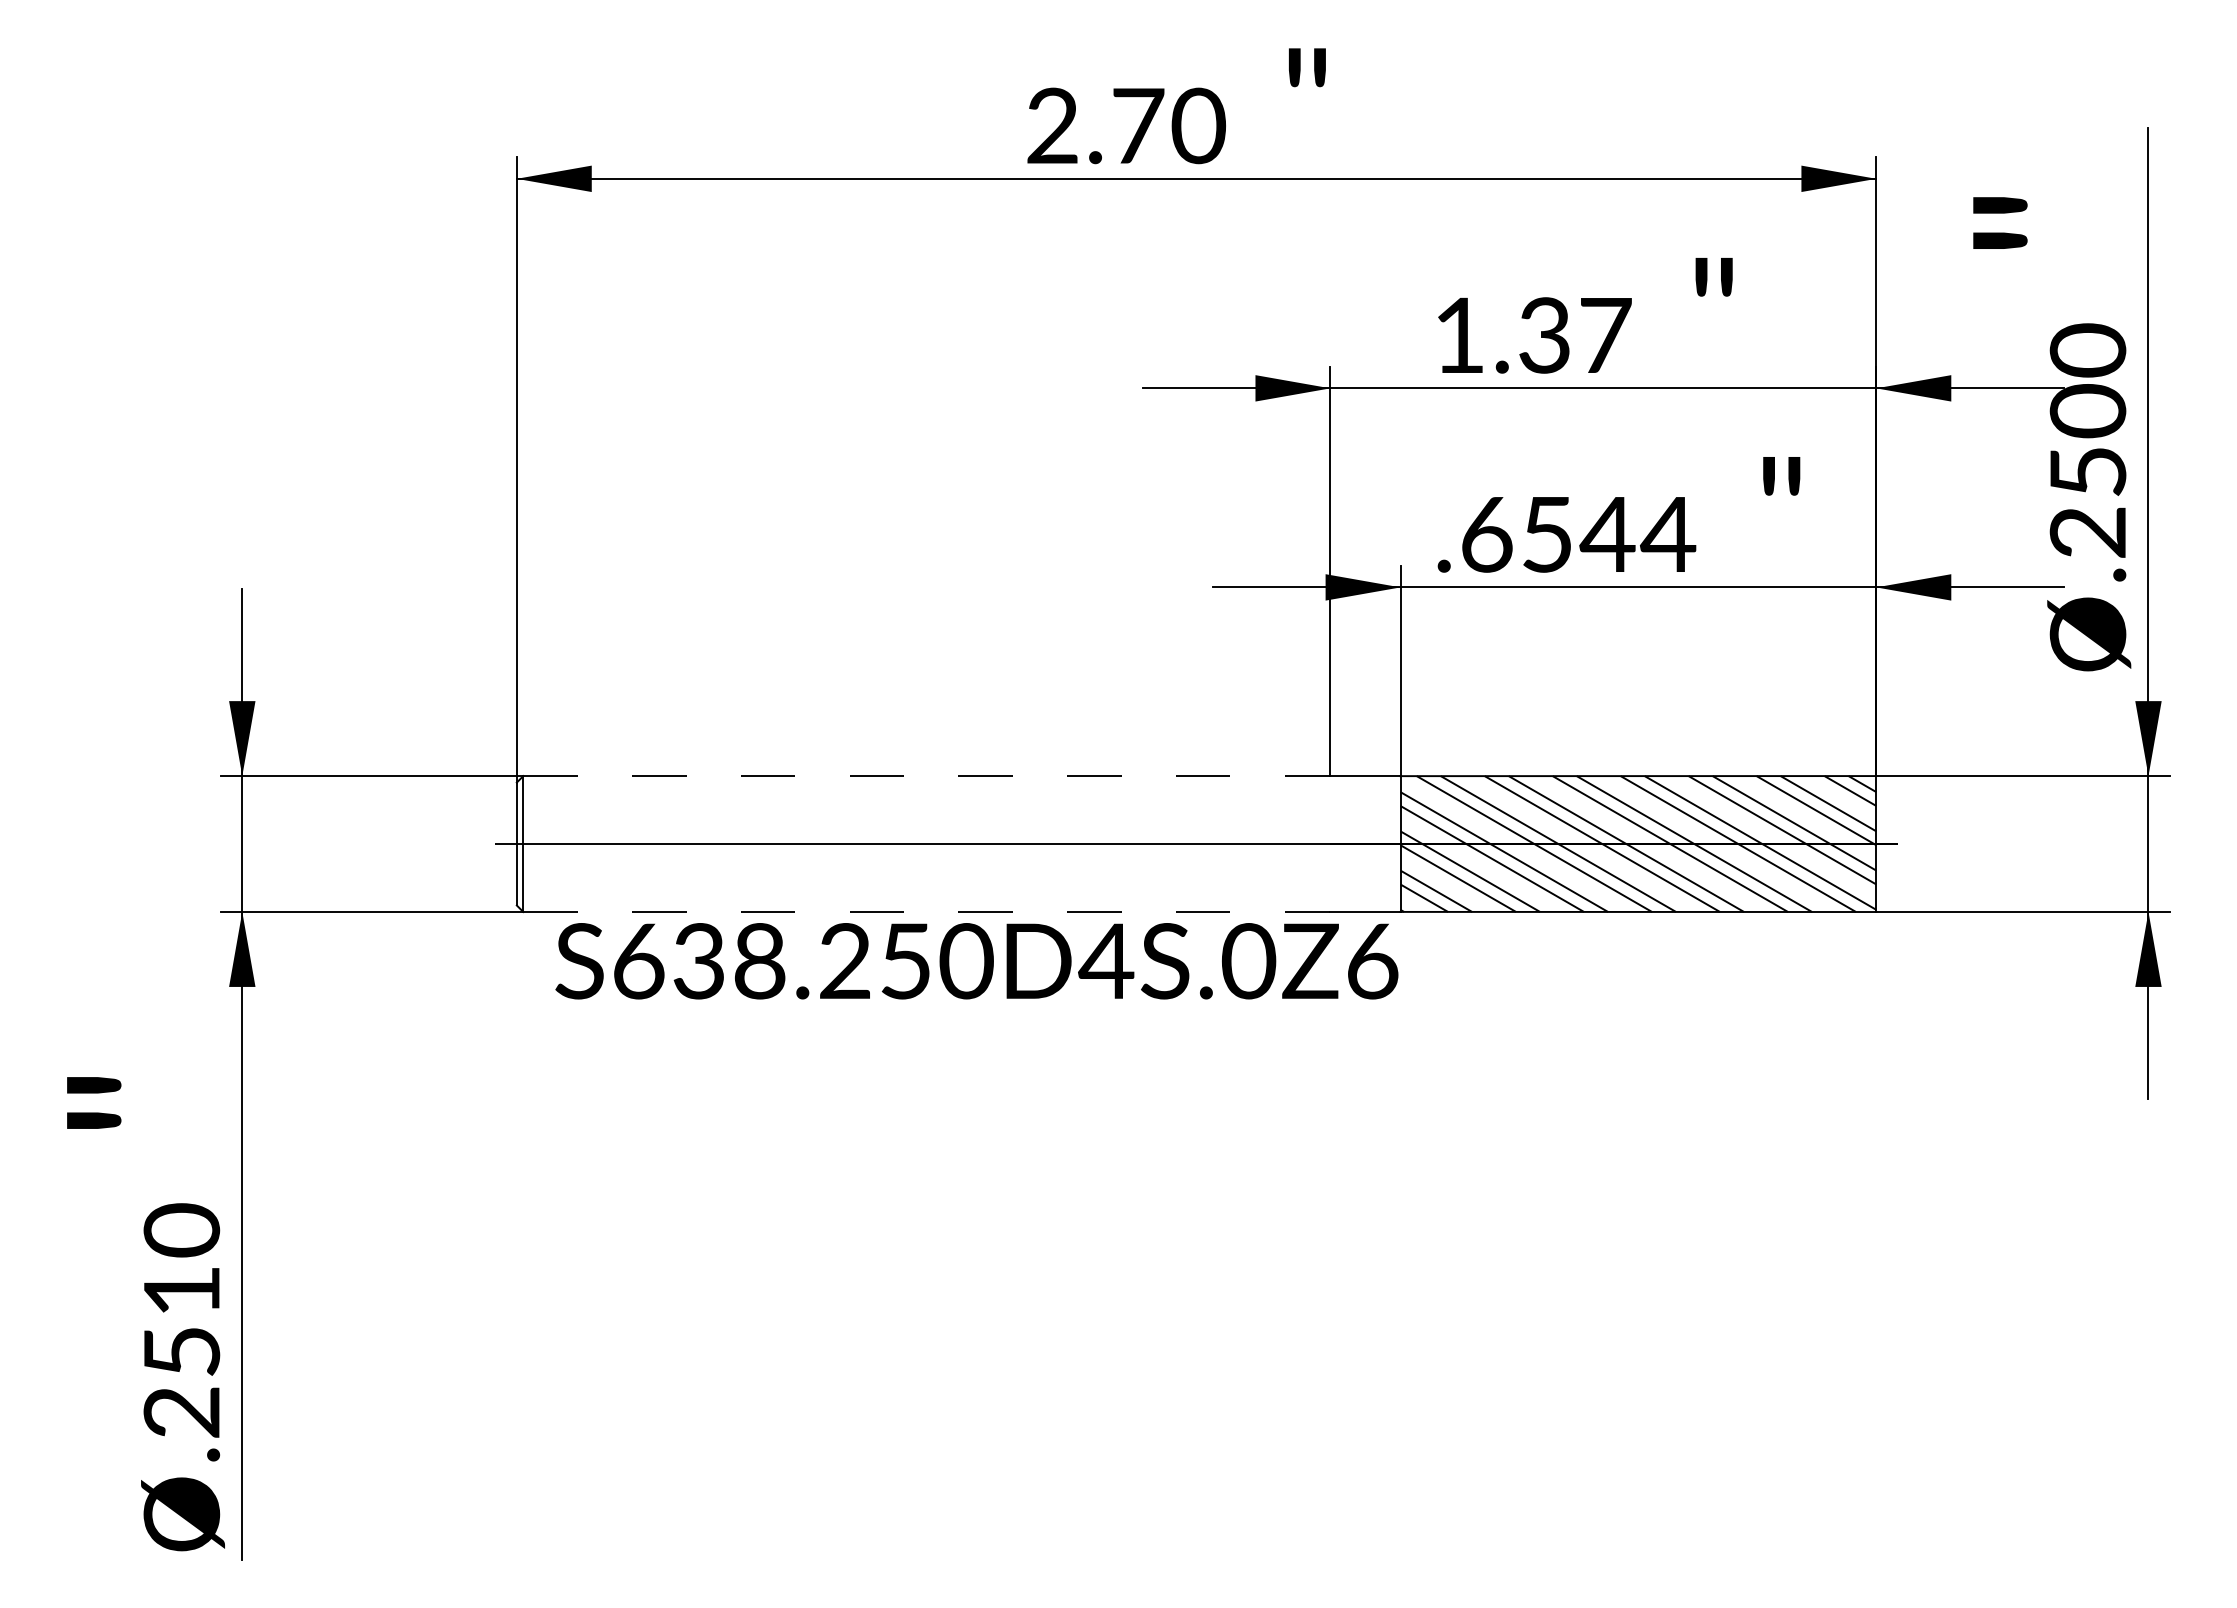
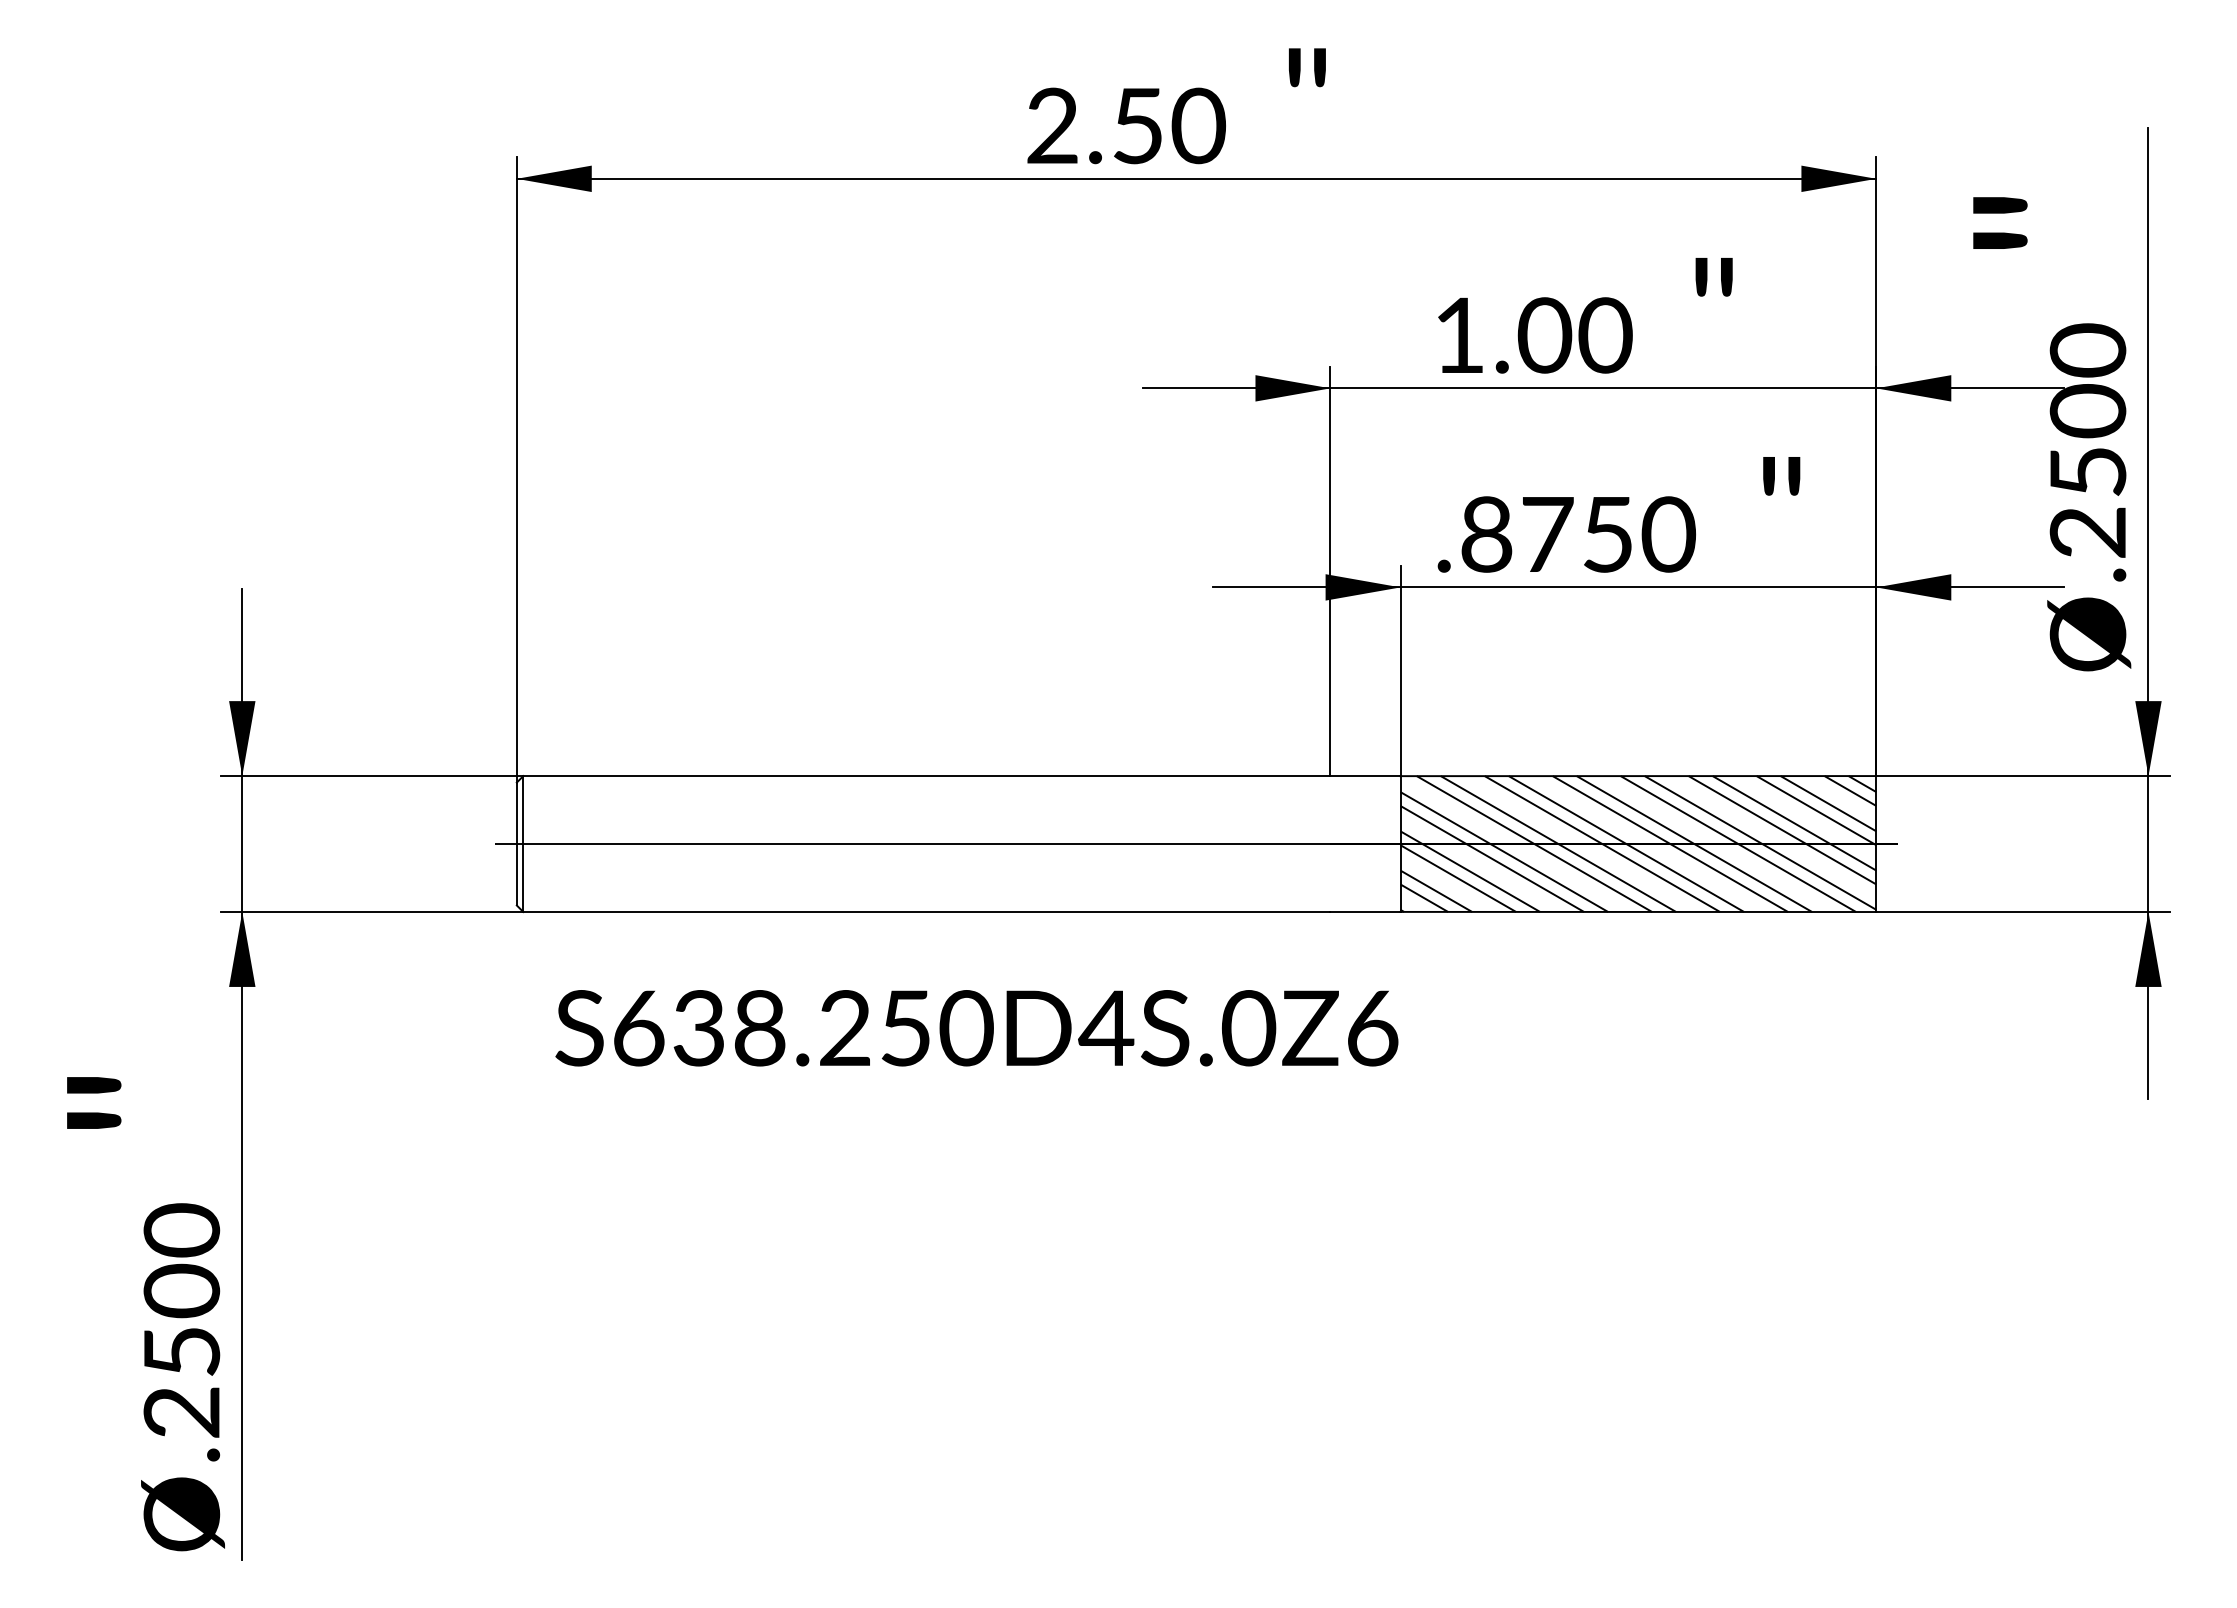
text at (1138, 126): 2.70 -> 2.50
text at (1574, 335): 1.37 -> 1.00
text at (1578, 534): .6544 -> .8750
line at (926, 776): dashed -> solid
line at (926, 912): dashed -> solid
text at (976, 961) position: (976, 961) -> (976, 1028)
text at (181, 1290): .2510 -> .2500
